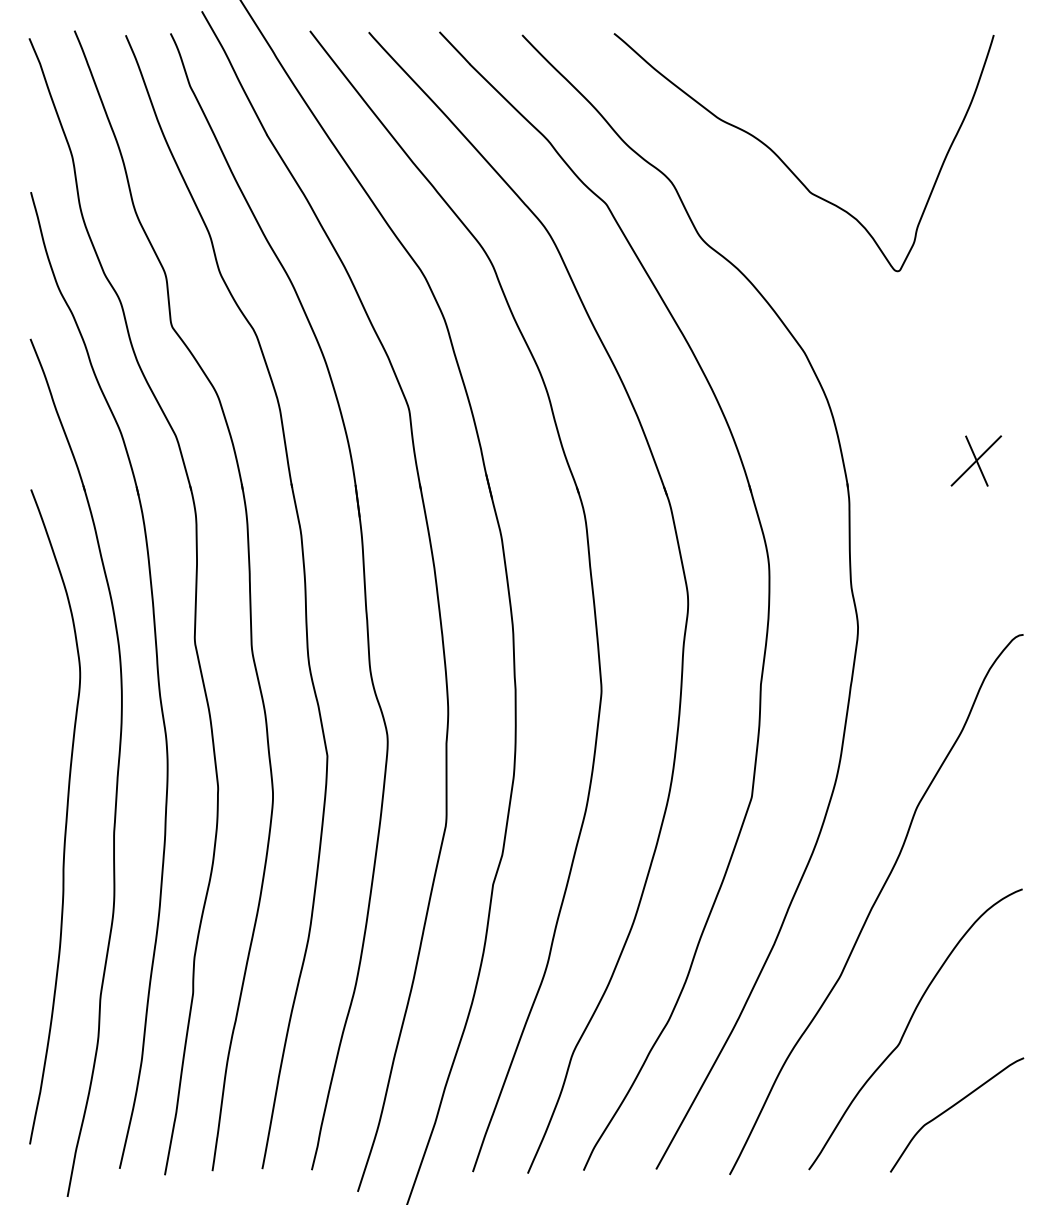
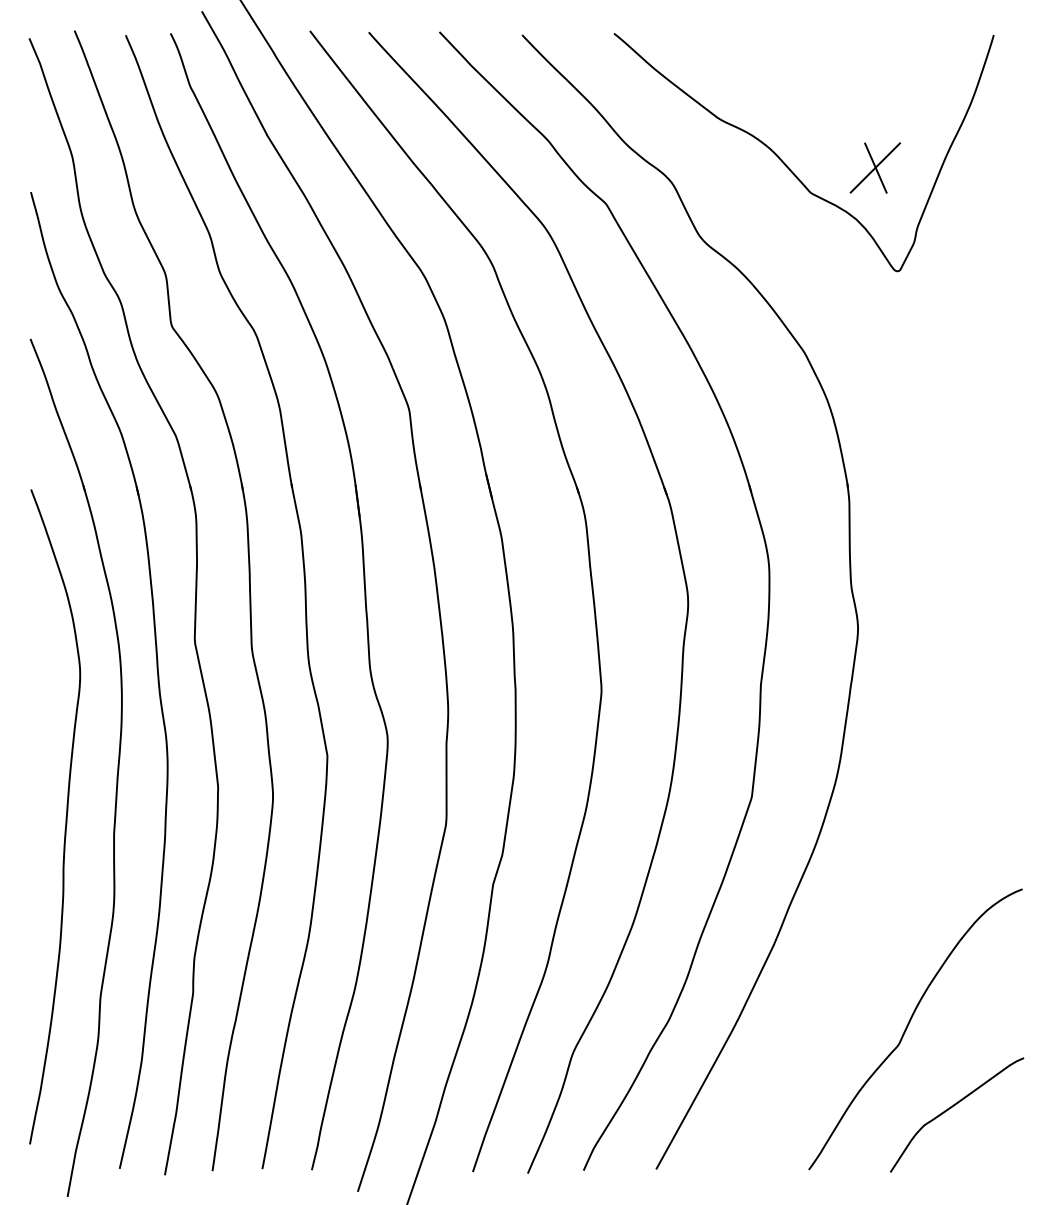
part at (976, 460) position: (976, 460) -> (875, 167)
curve at (875, 903): present -> none
